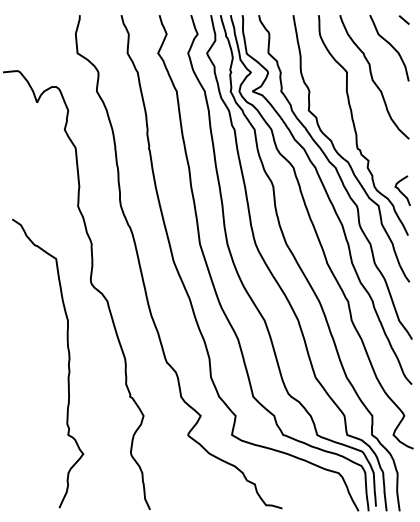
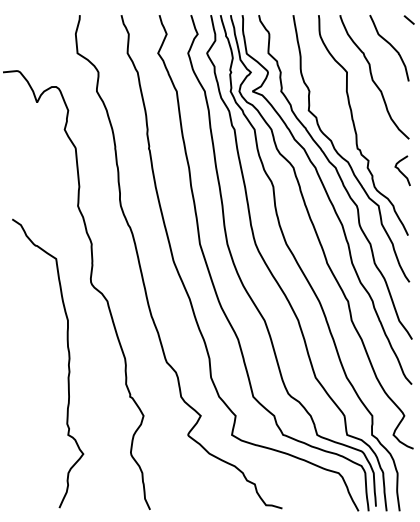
line at (403, 19) position: (403, 19) -> (408, 19)
curve at (401, 191) position: (401, 191) -> (401, 171)
